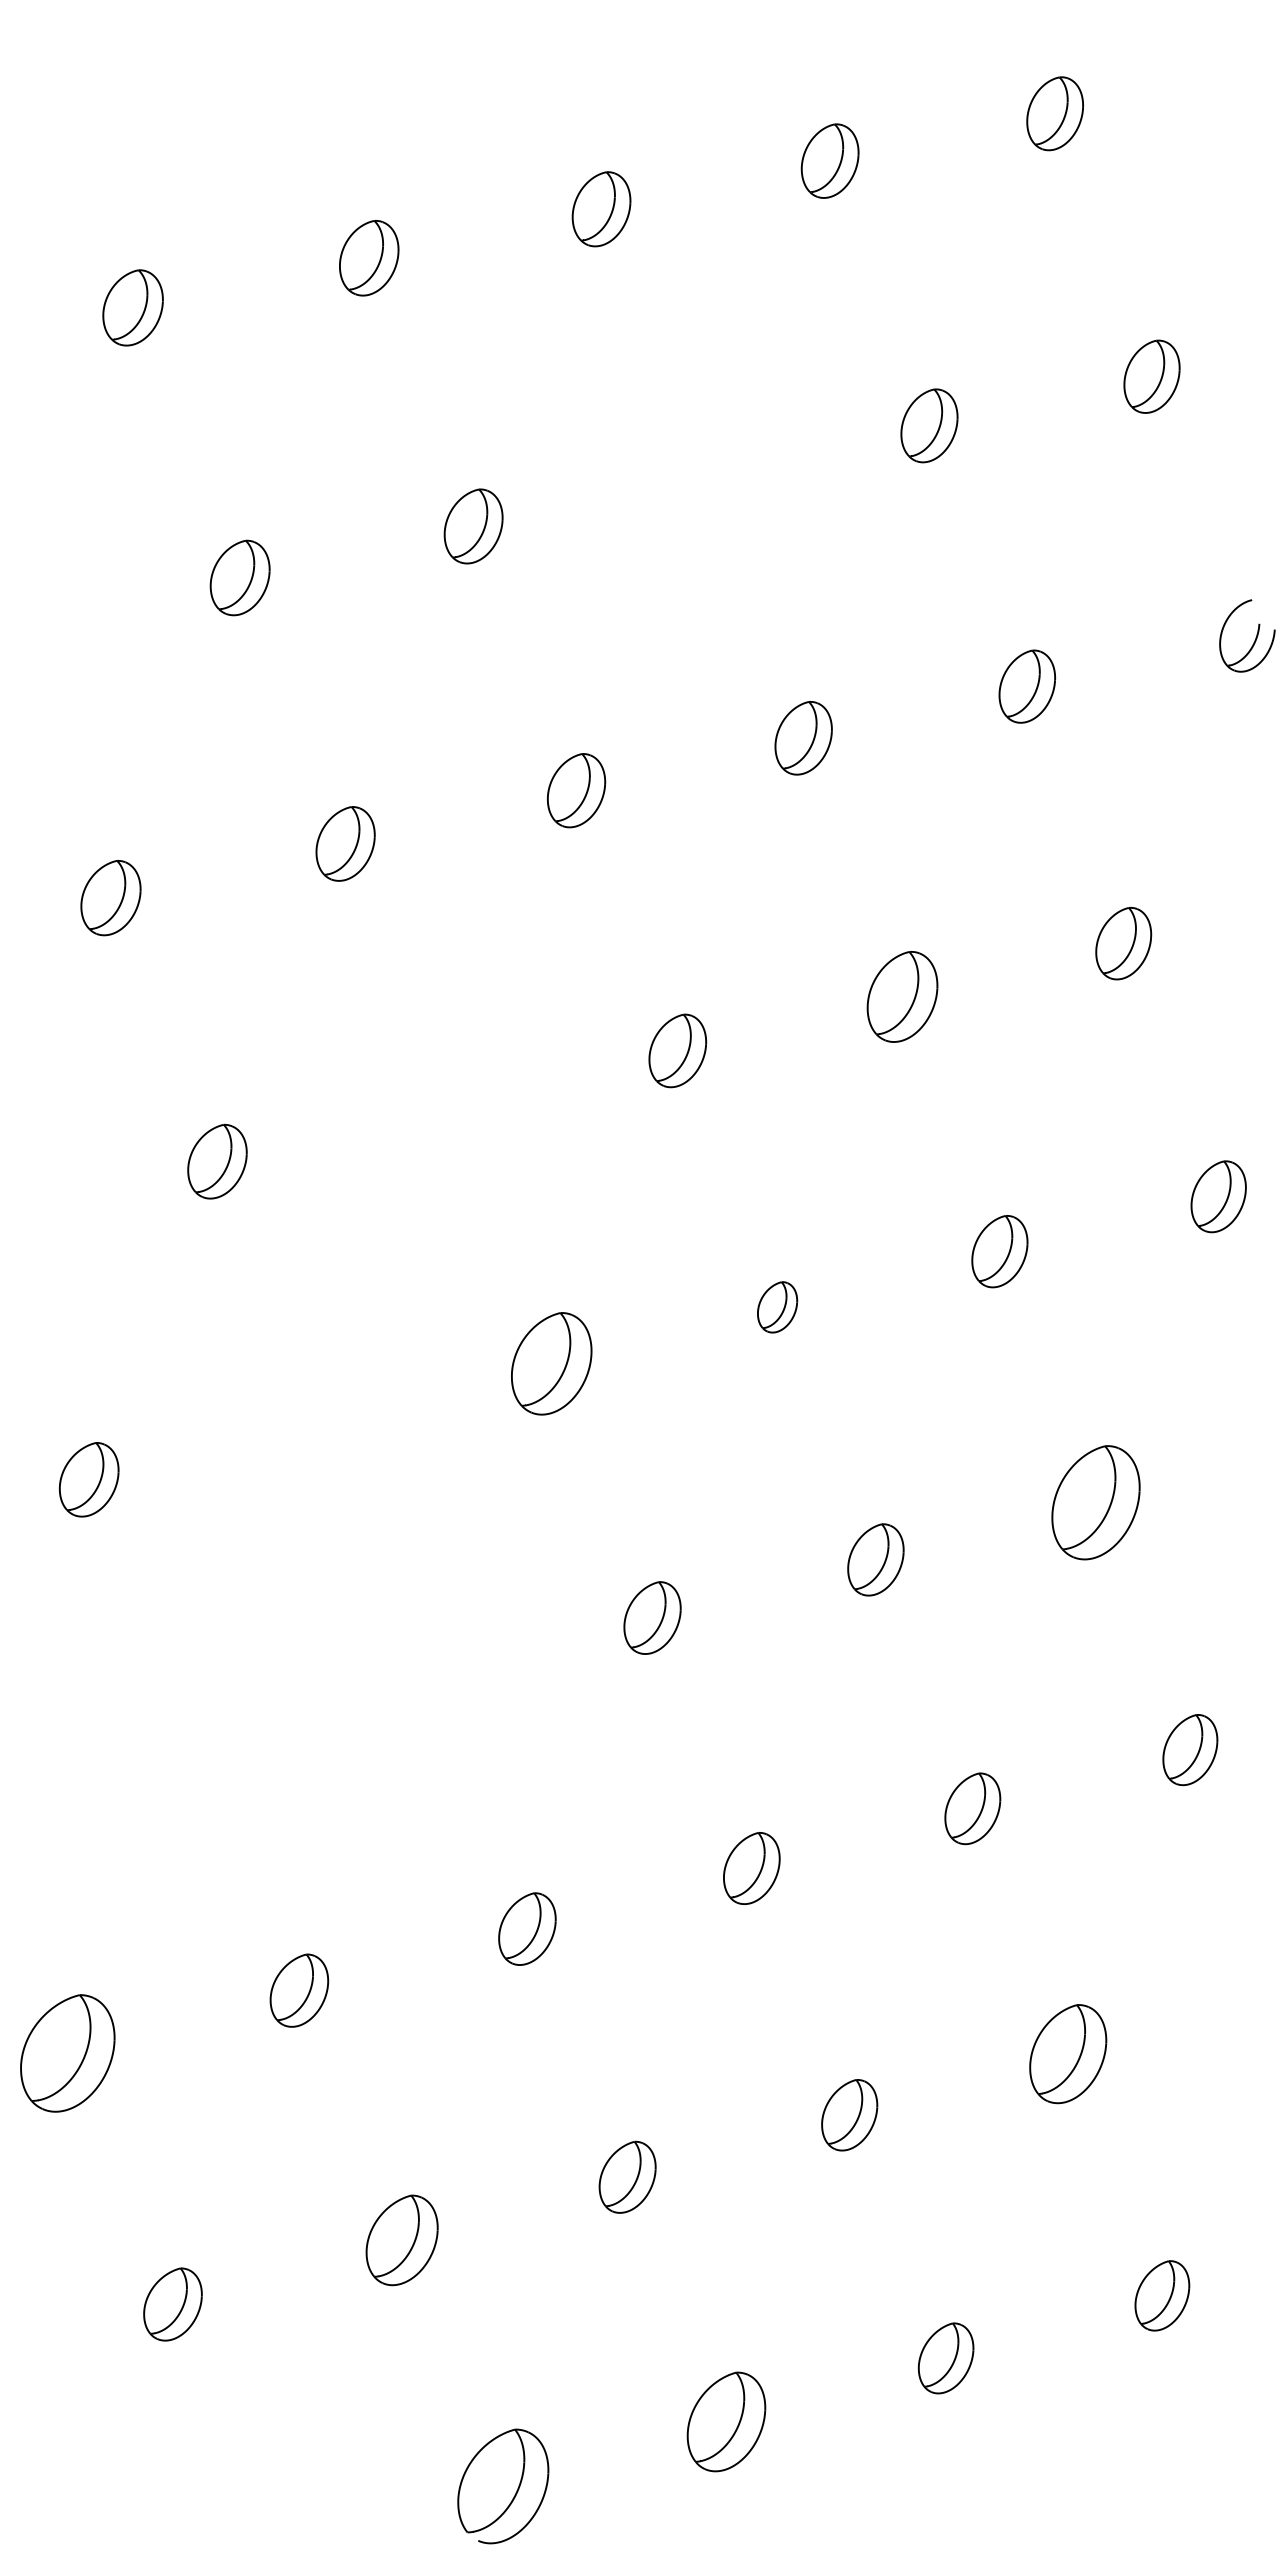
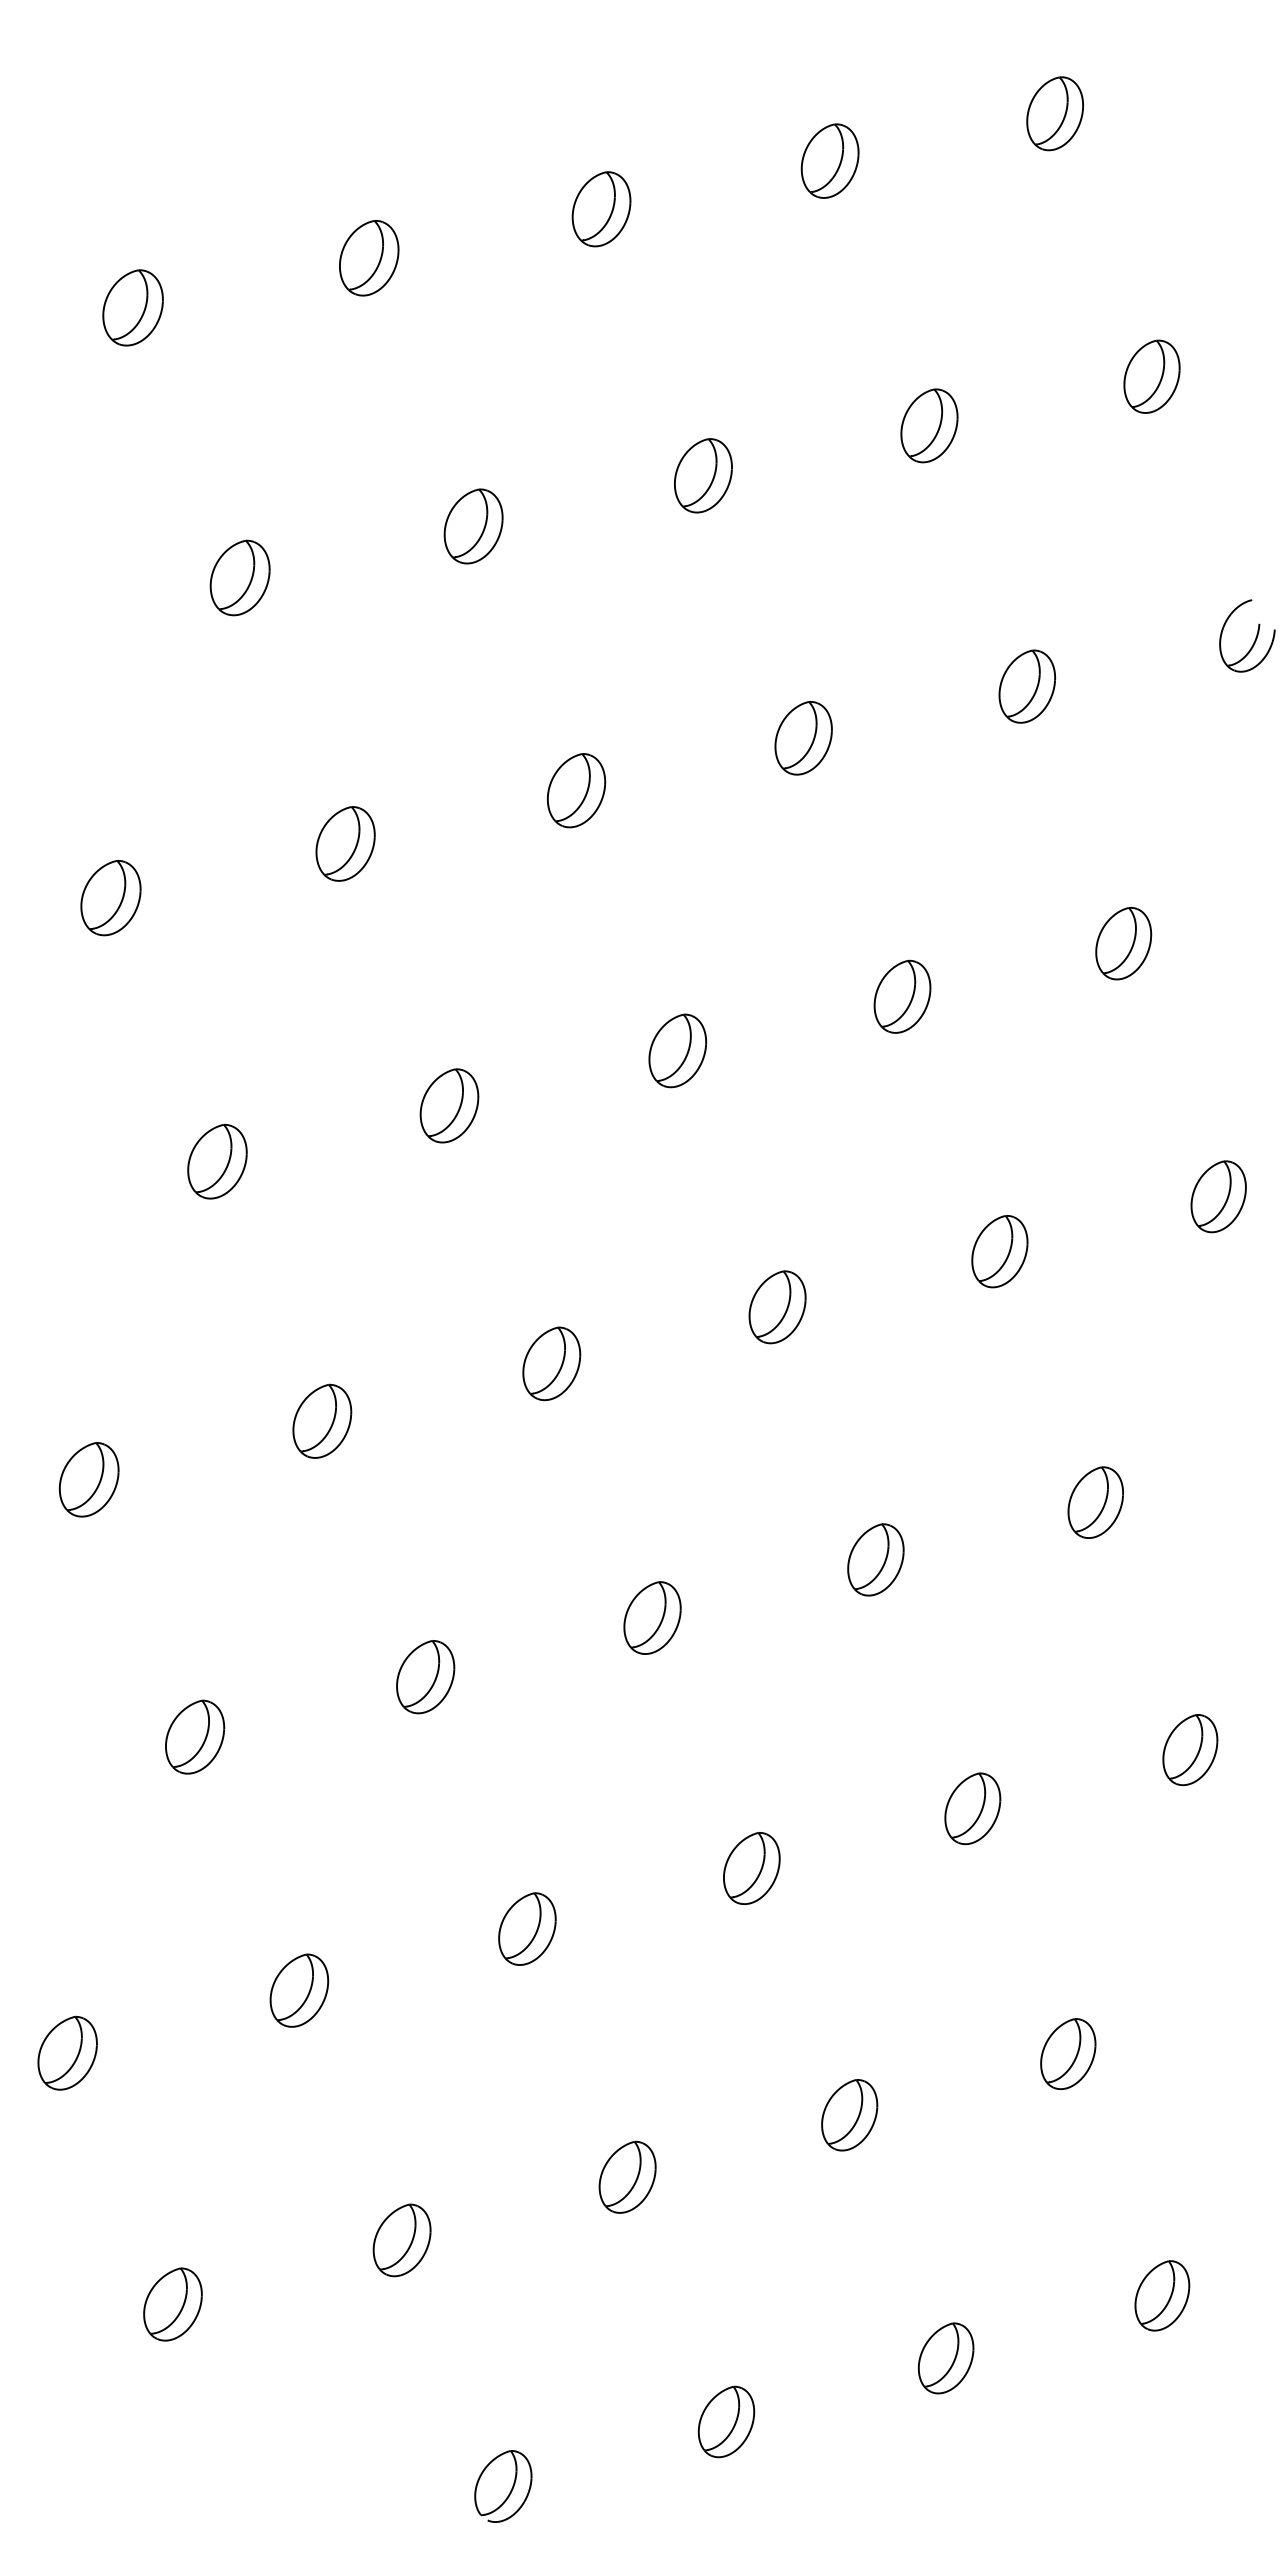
part at (703, 475): none -> present
part at (902, 996) size: 73x92 px -> 59x75 px
part at (449, 1105): none -> present
part at (777, 1307) size: 42x53 px -> 59x75 px
part at (551, 1363) size: 82x104 px -> 60x76 px
part at (322, 1420): none -> present
part at (1095, 1502) size: 90x116 px -> 57x73 px
part at (425, 1677): none -> present
part at (195, 1736): none -> present
part at (67, 2053) size: 96x119 px -> 61x76 px
part at (1068, 2054) size: 79x101 px -> 57x72 px
part at (401, 2240) size: 74x93 px -> 60x75 px
part at (726, 2421) size: 81x102 px -> 59x74 px
part at (503, 2486) size: 93x117 px -> 59x73 px
